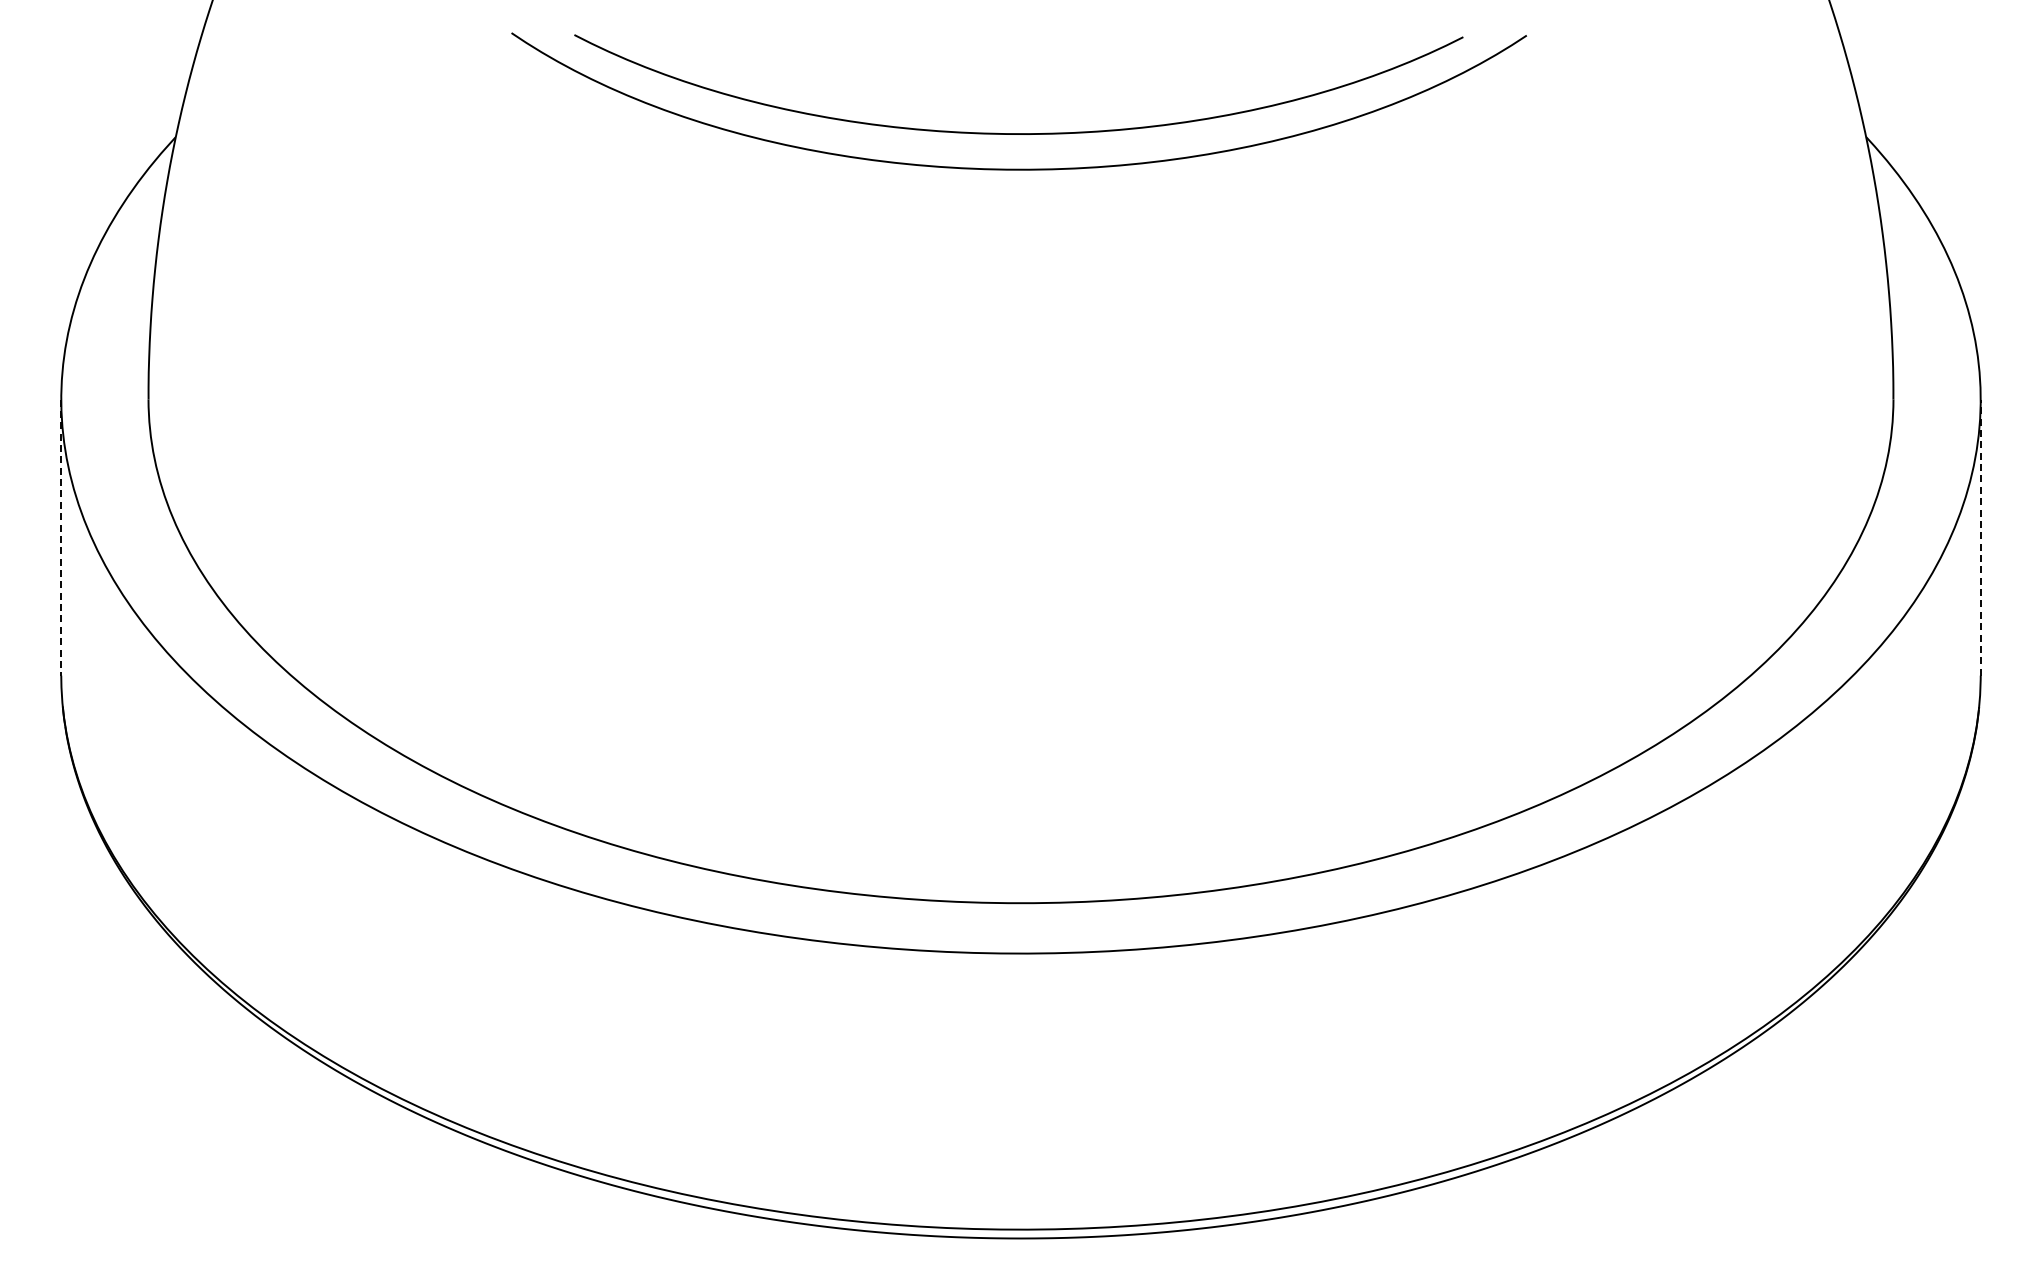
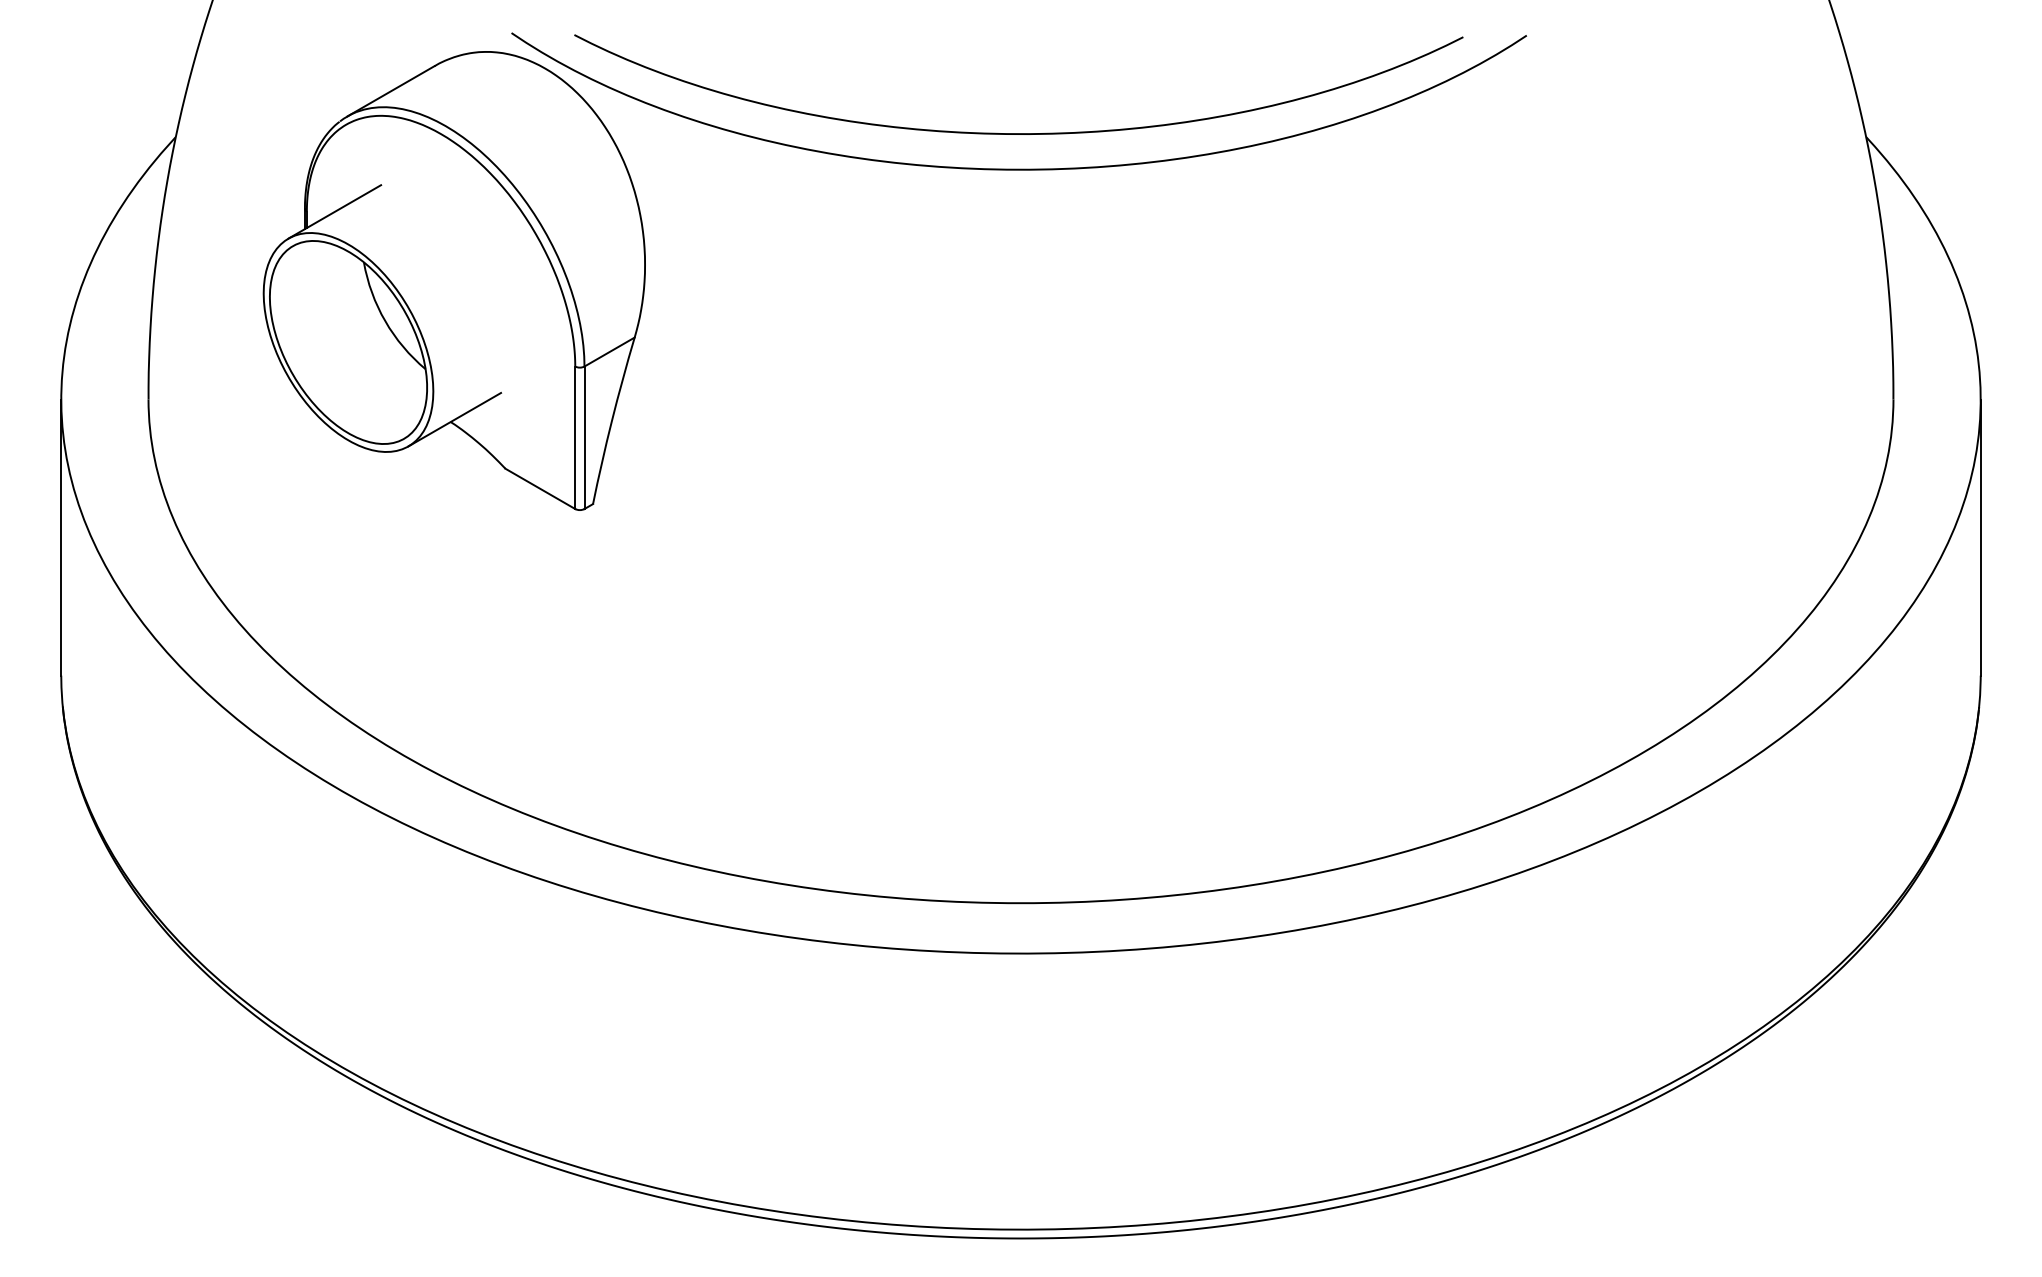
part at (453, 280): none -> present
line at (1980, 537): dashed -> solid
line at (61, 538): dashed -> solid
